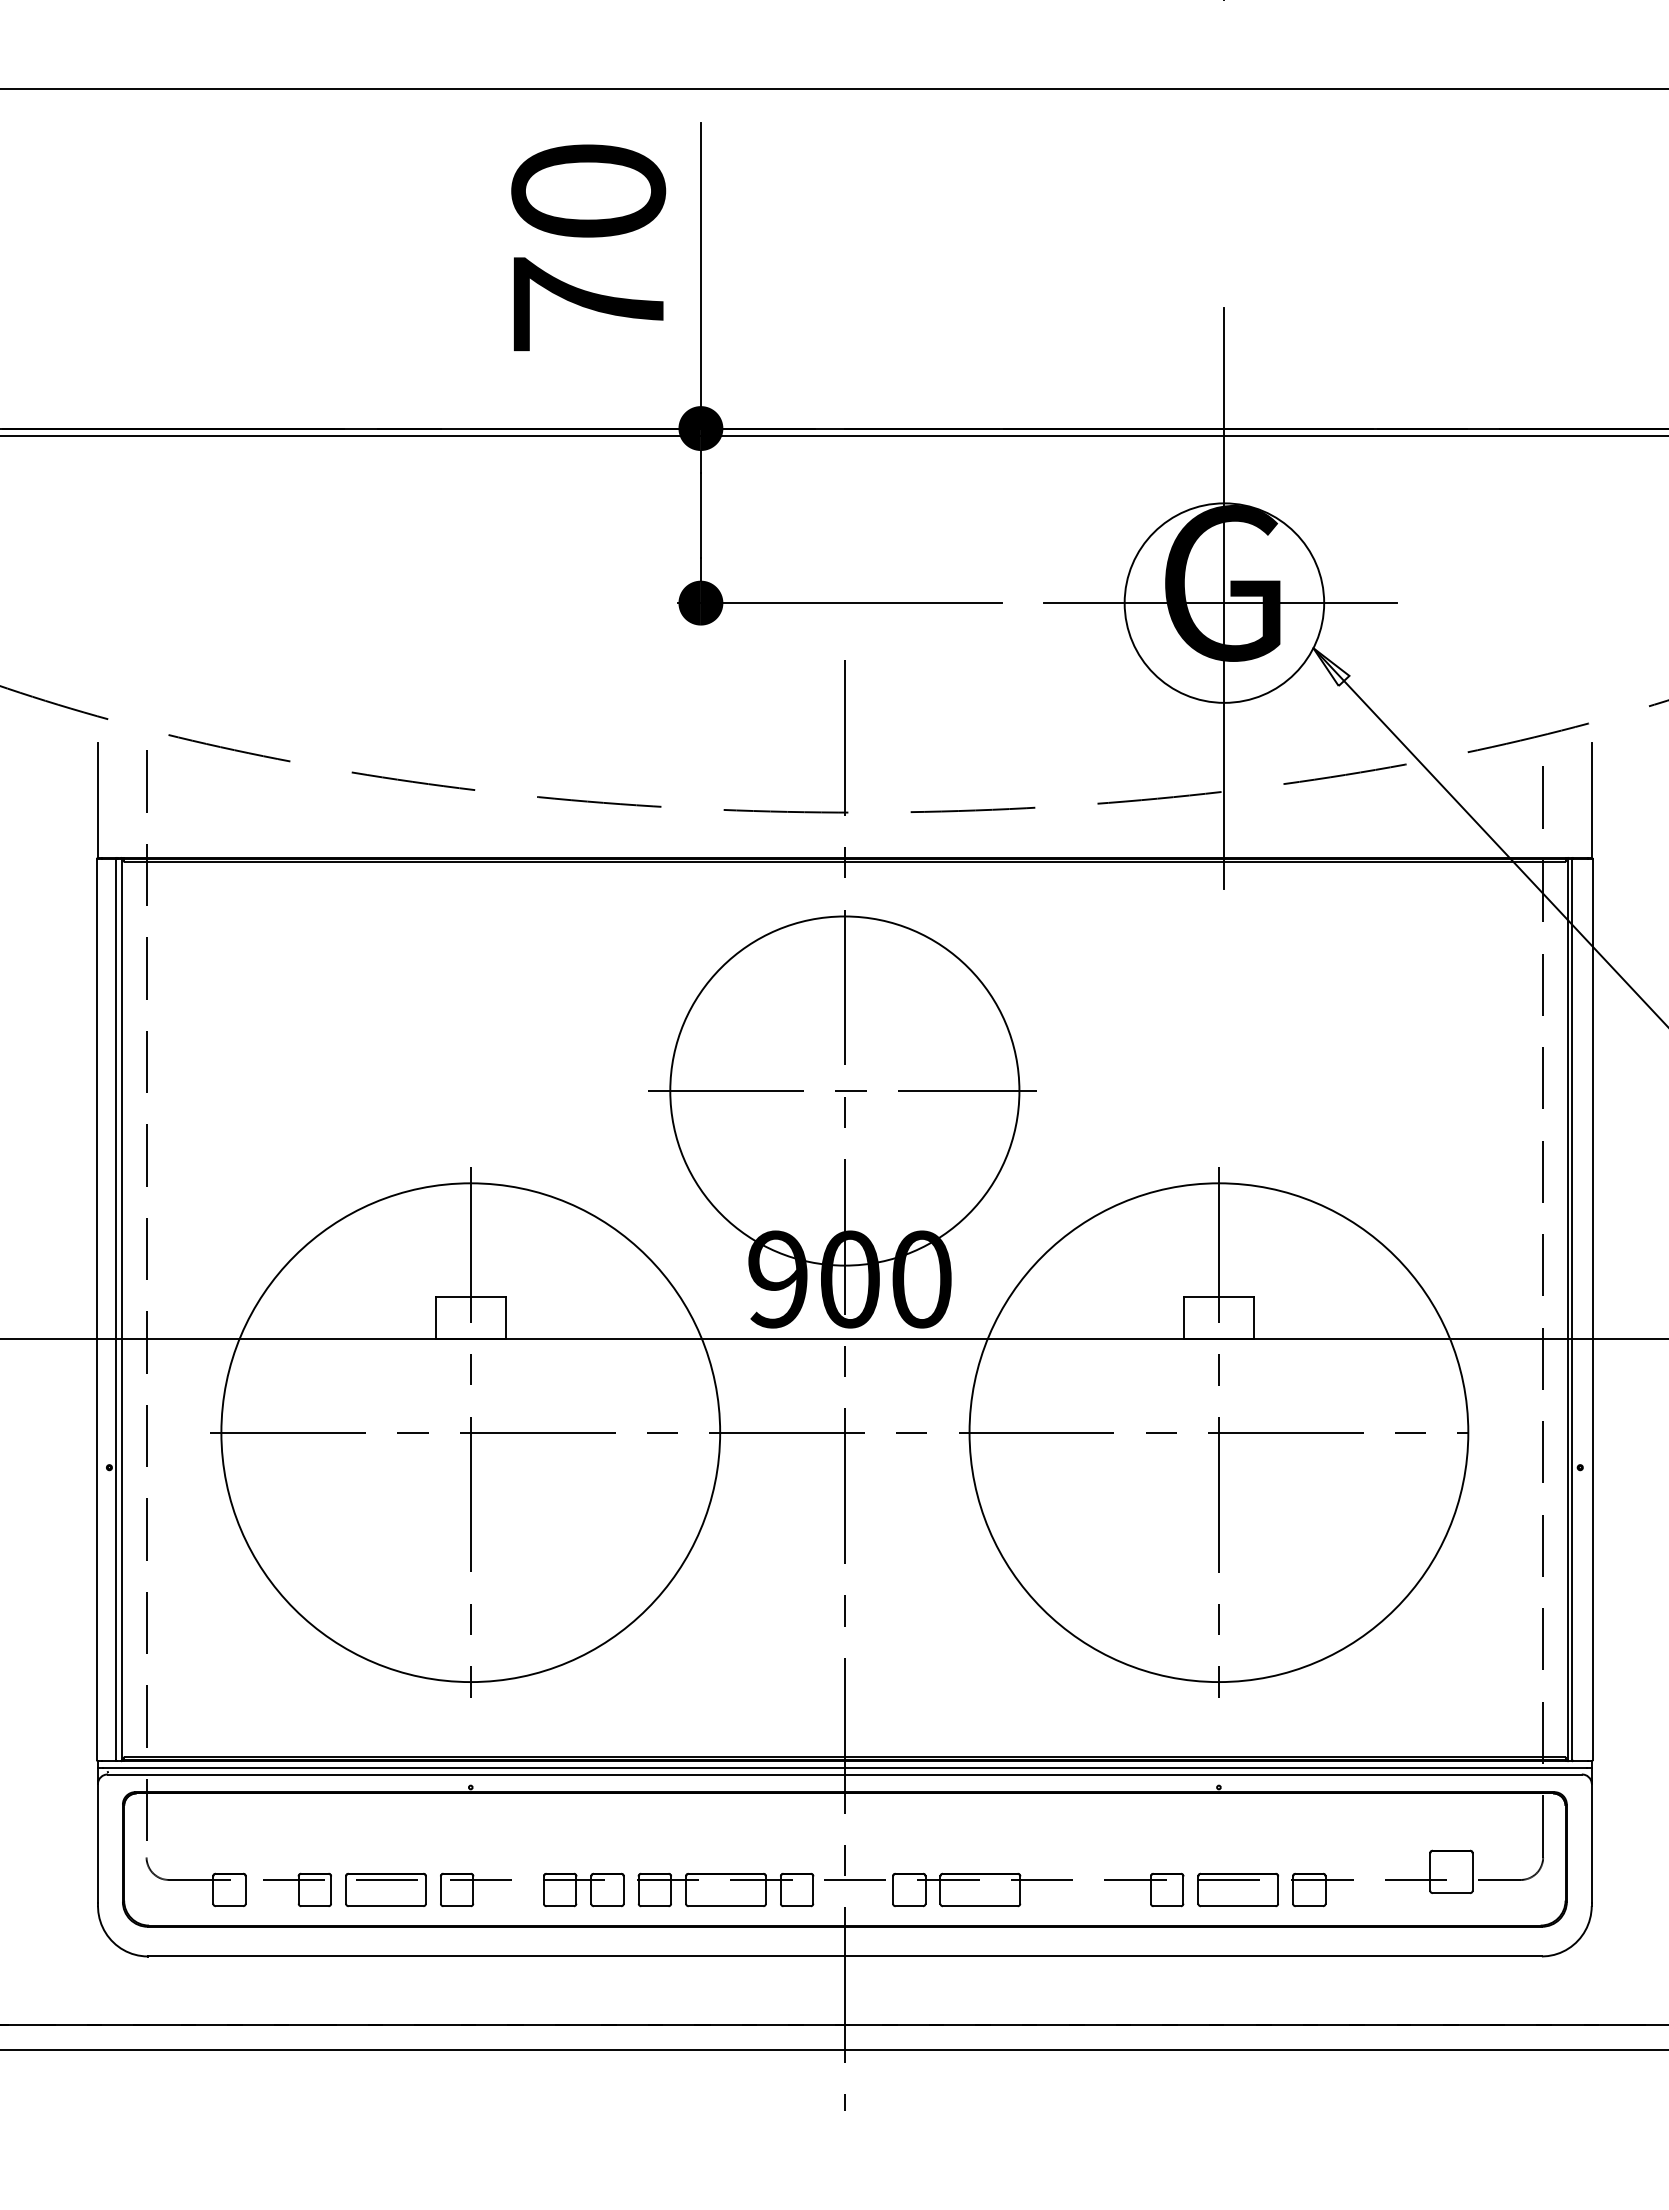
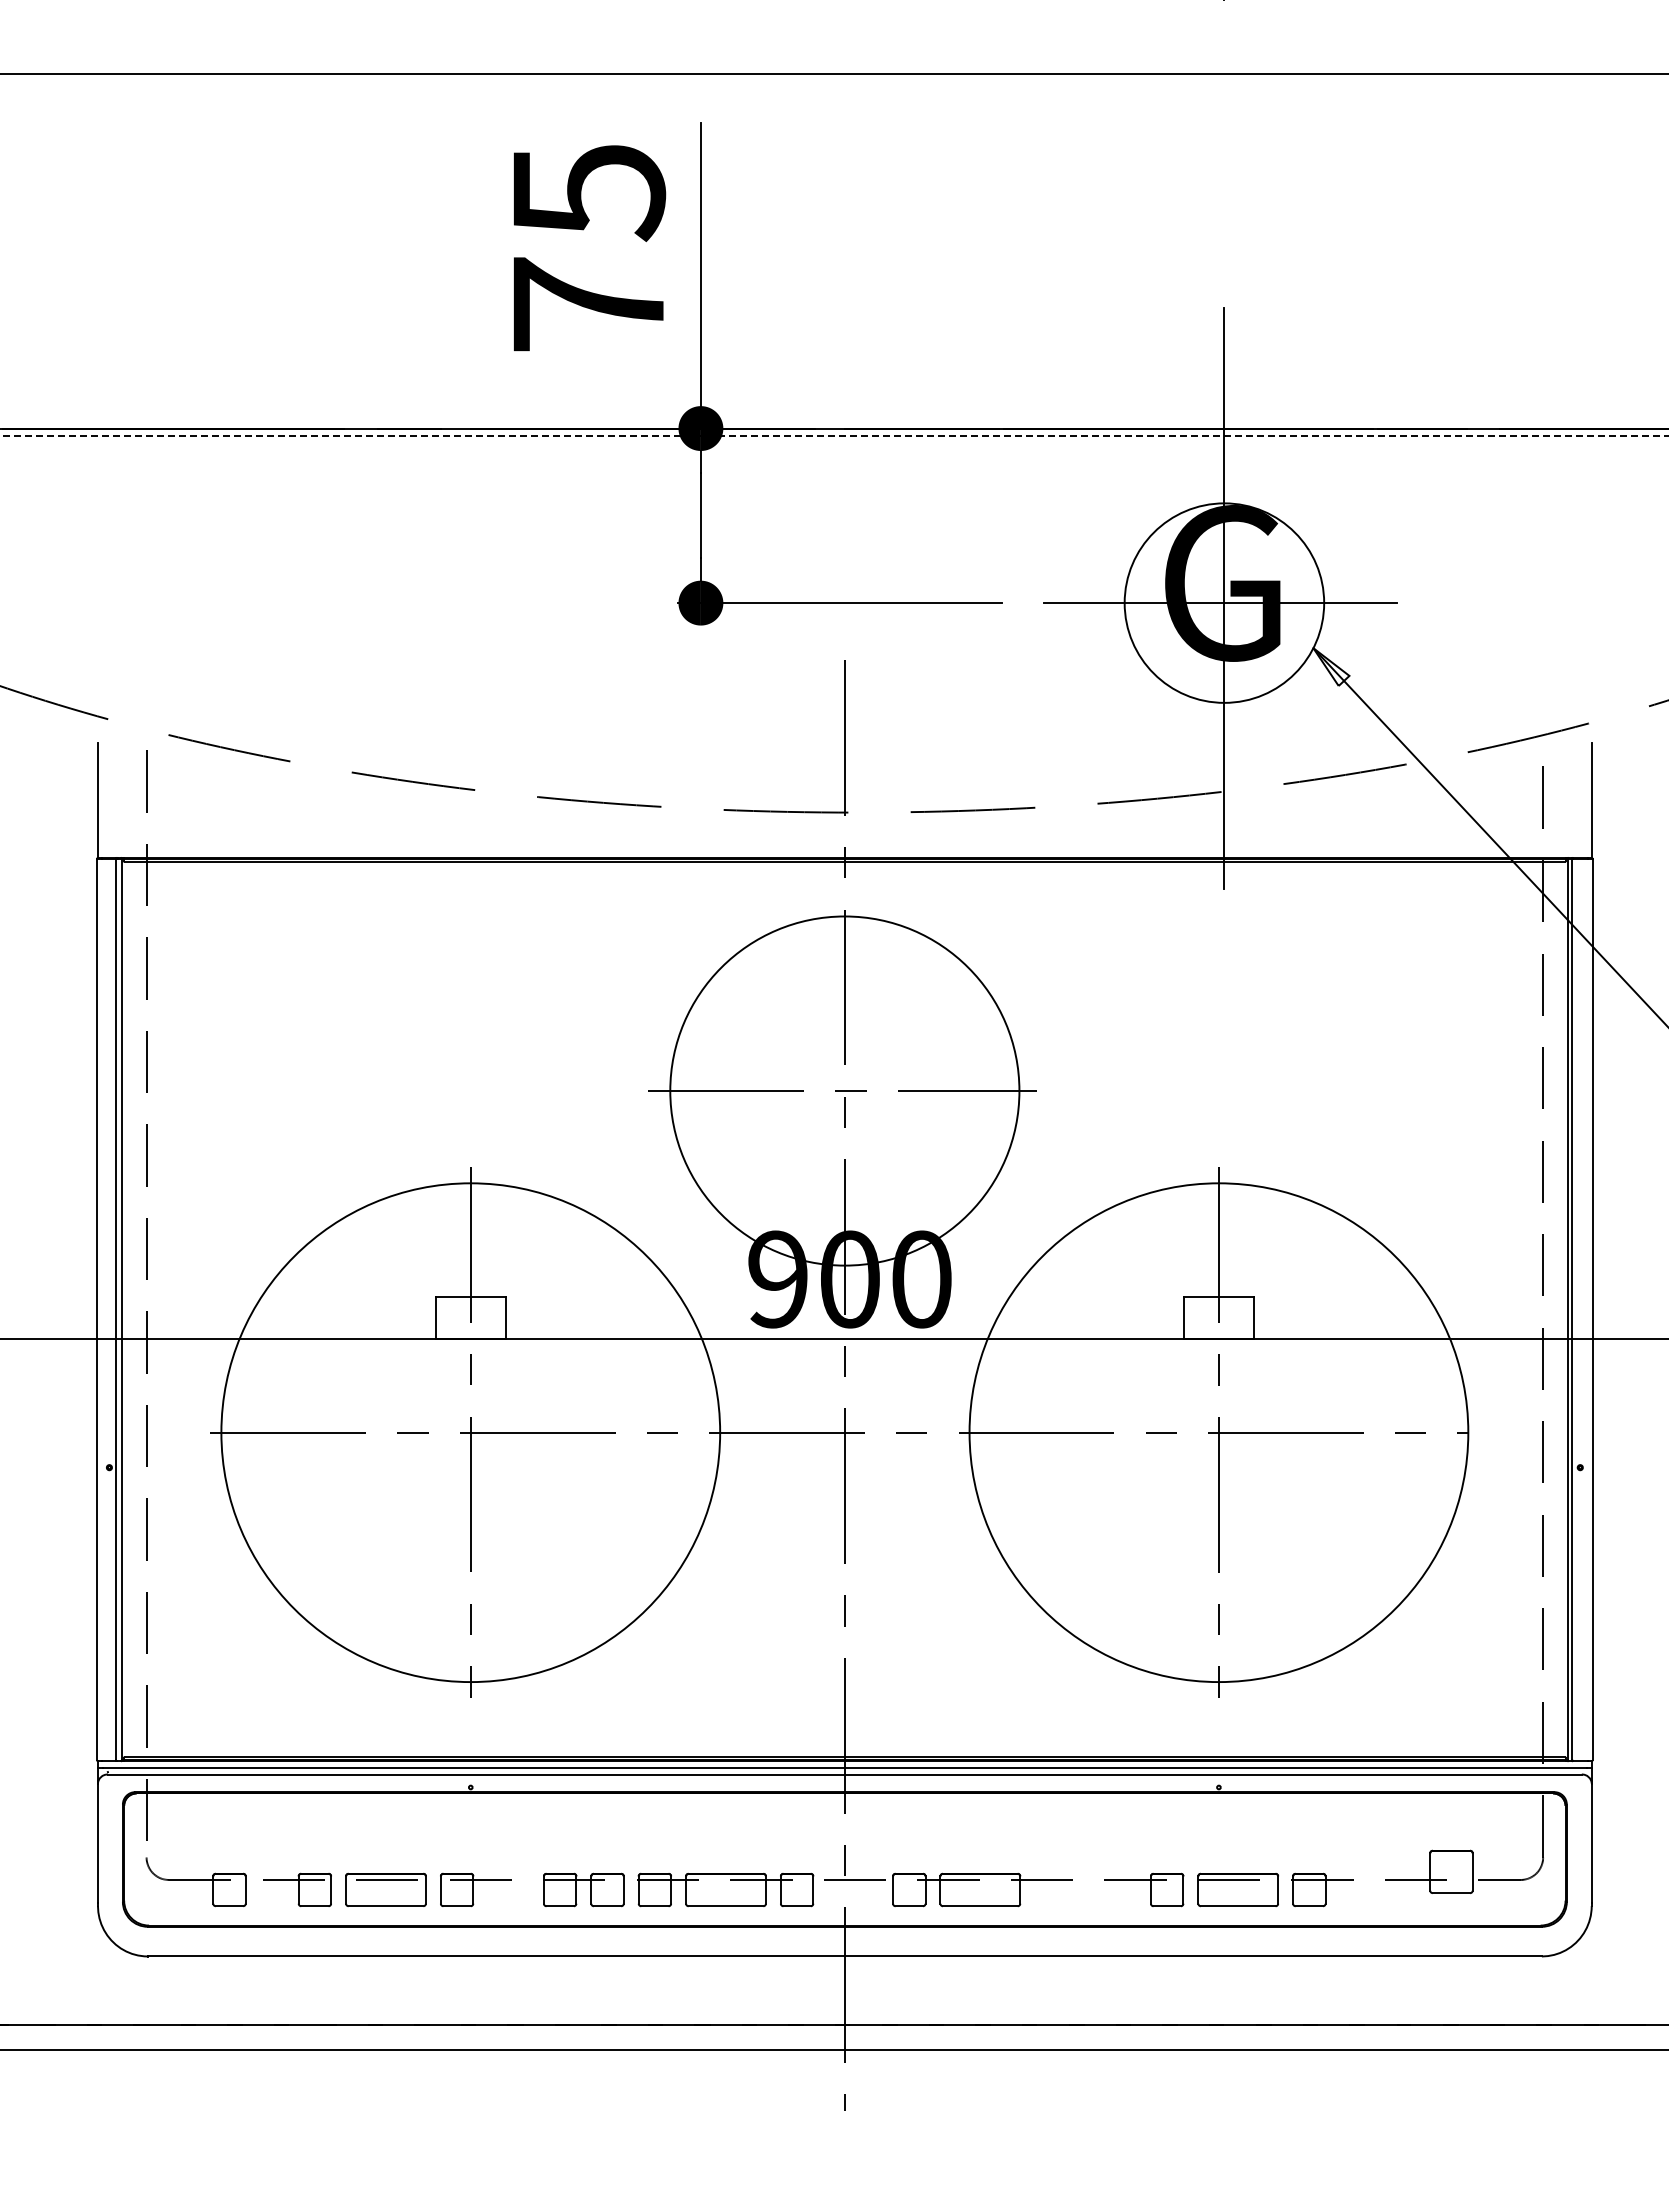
line at (833, 89) position: (833, 89) -> (833, 74)
text at (588, 193): 70 -> 75
line at (834, 436): solid -> dashed
